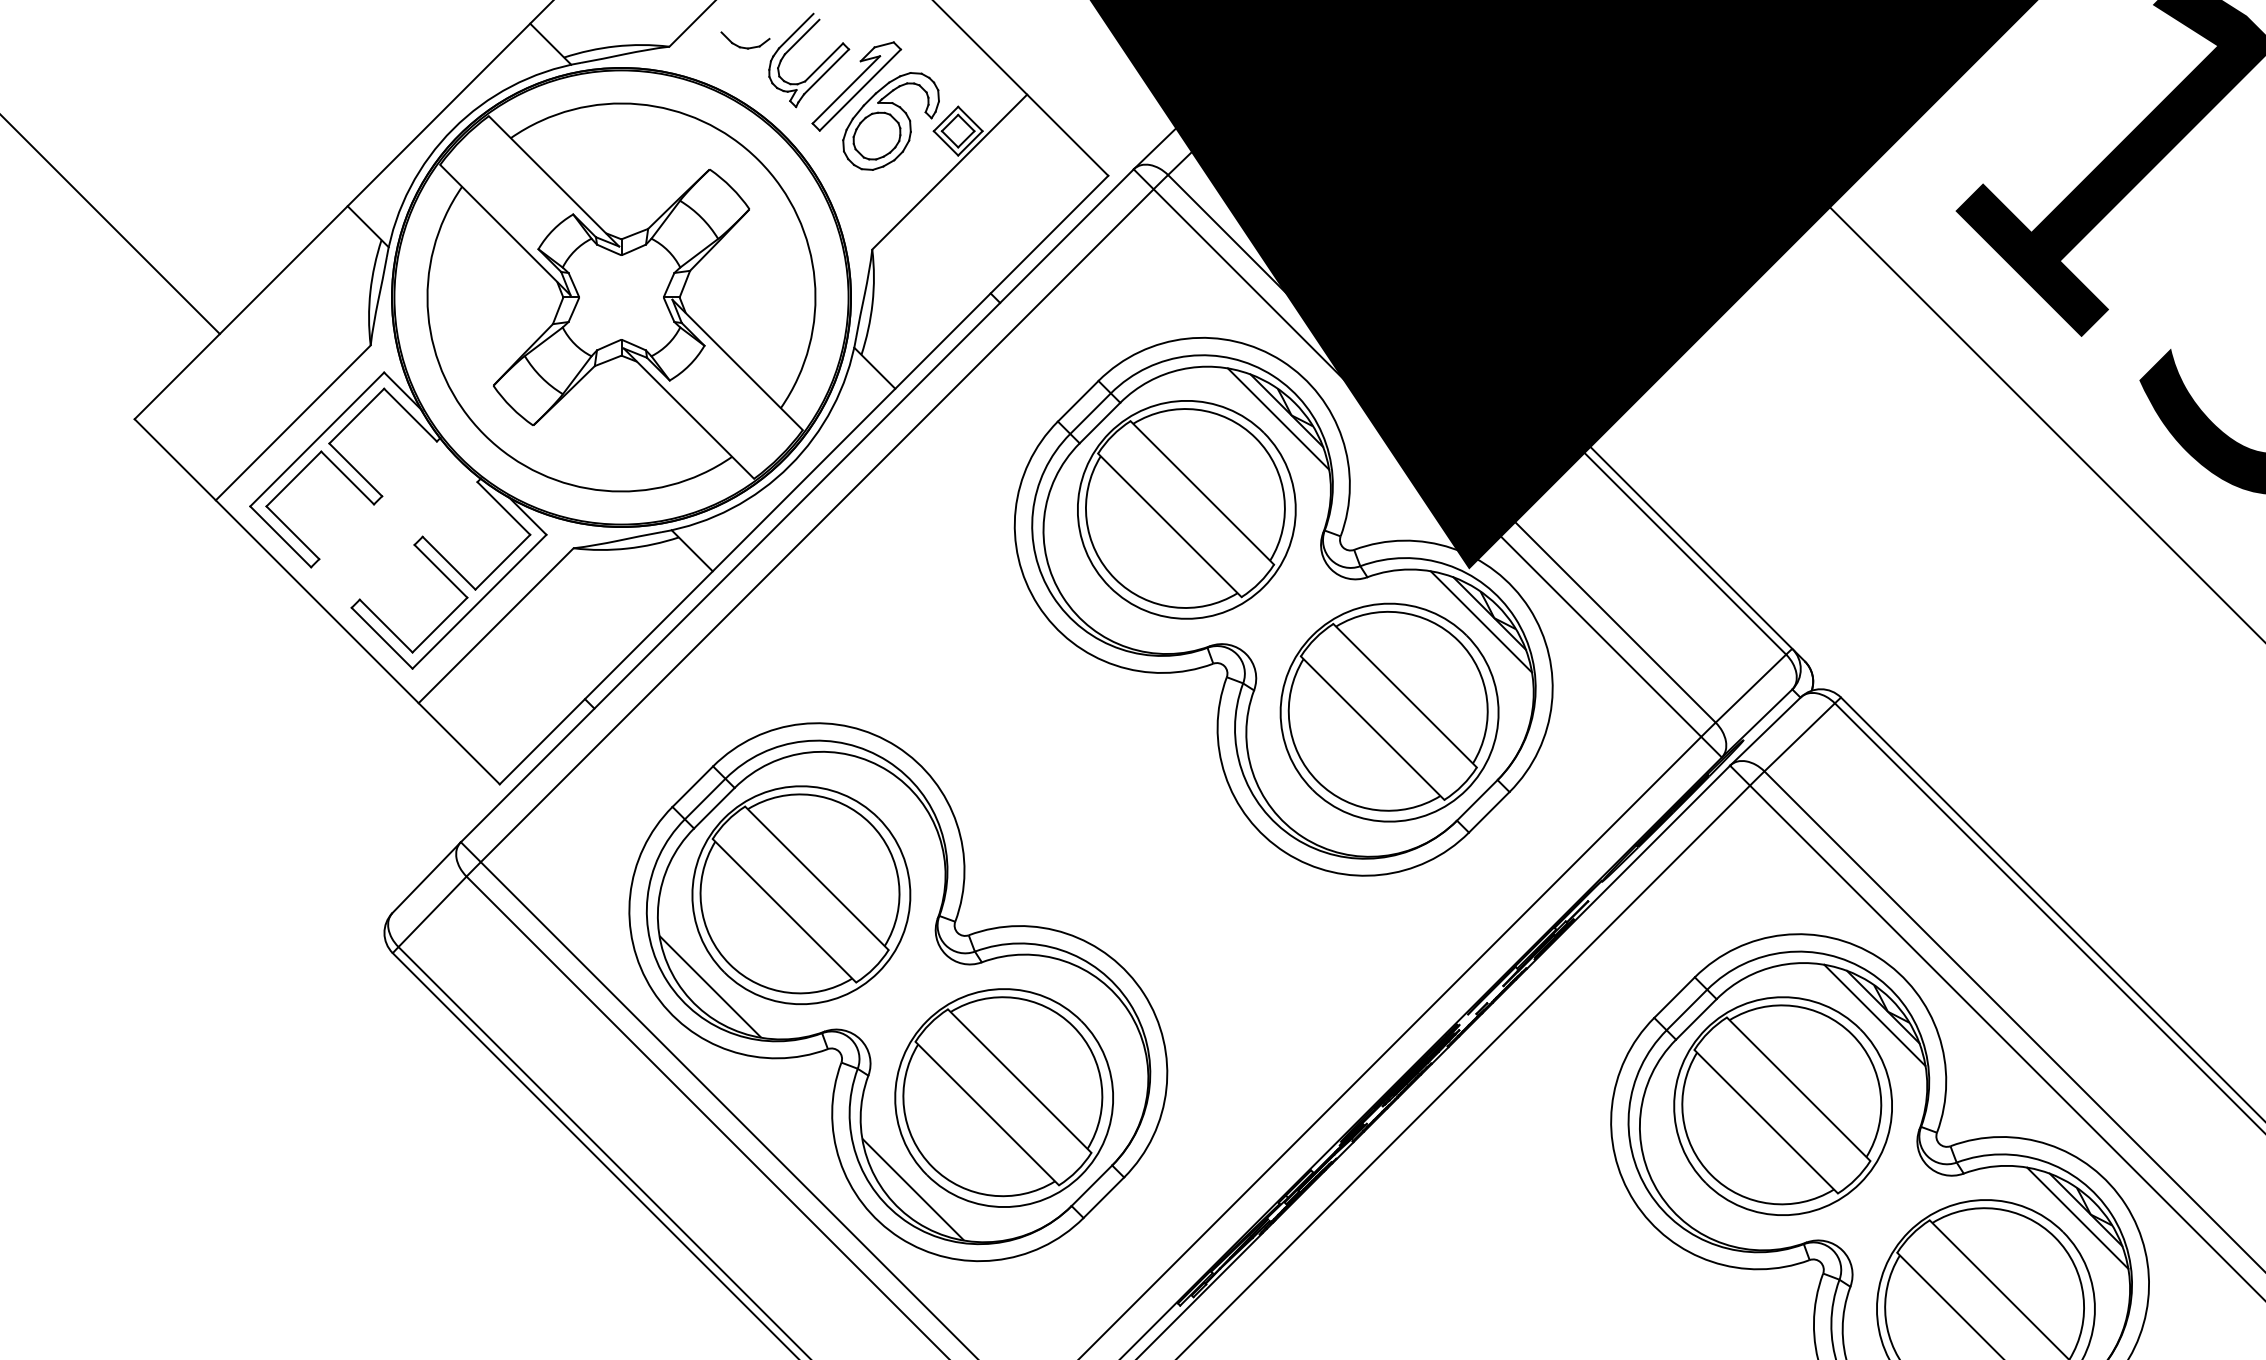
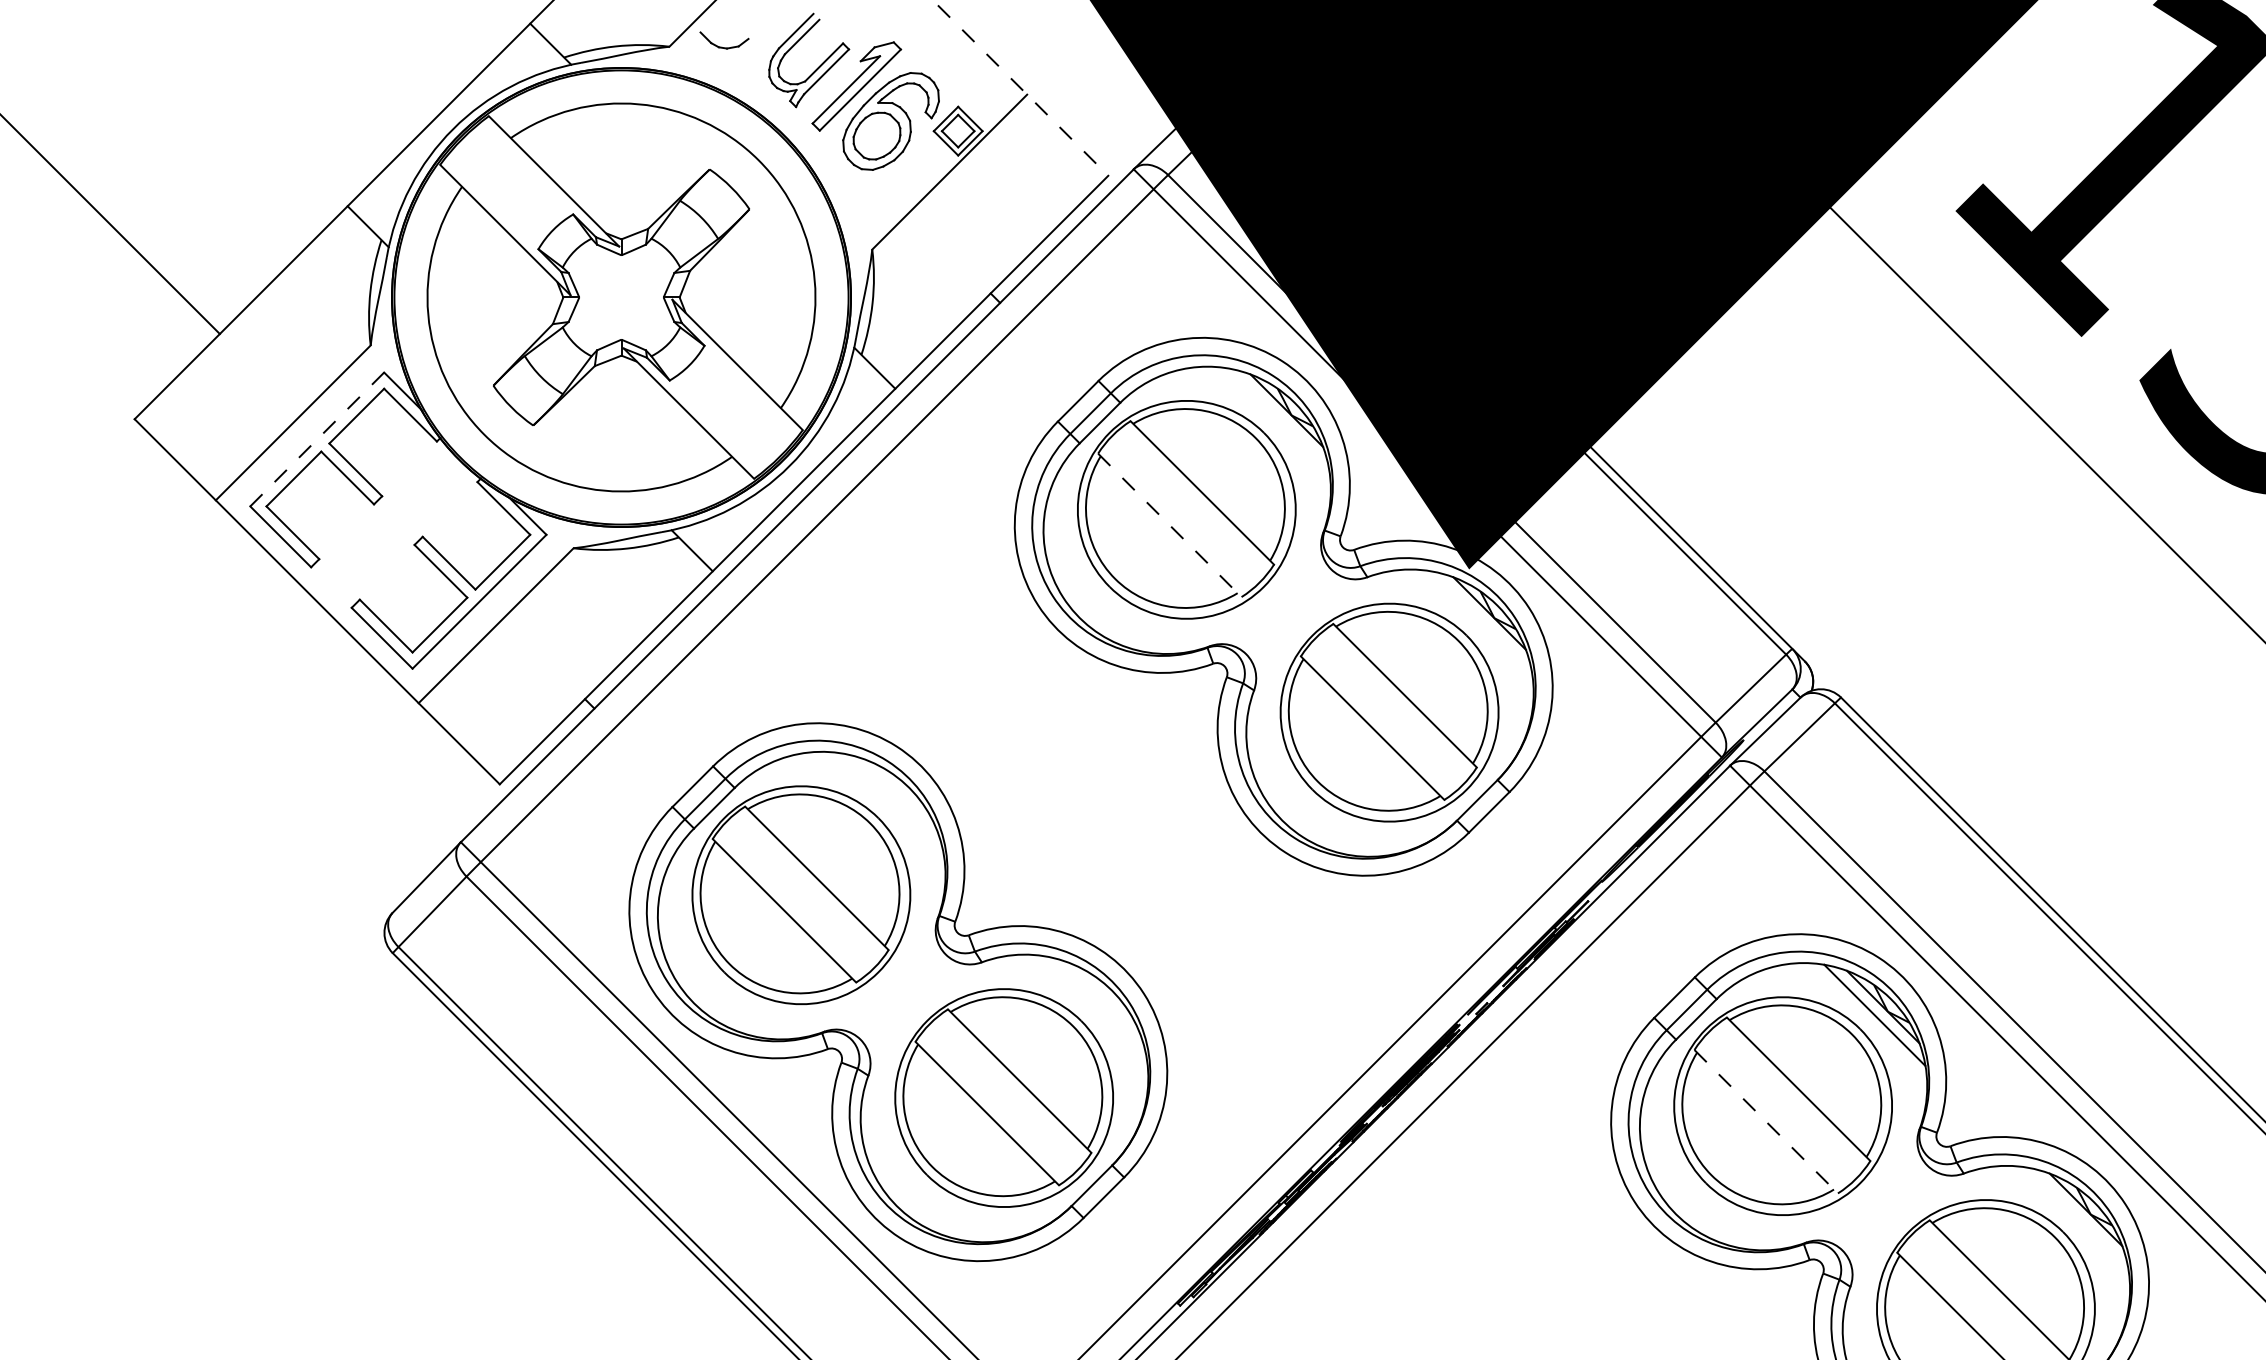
part at (742, 46) position: (742, 46) -> (721, 46)
line at (1020, 88): solid -> dashed
line at (1278, 418): present -> none
line at (317, 439): solid -> dashed
line at (1170, 525): solid -> dashed
line at (1481, 621): present -> none
line at (710, 986): present -> none
line at (1766, 1122): solid -> dashed
line at (913, 1189): present -> none
line at (2077, 1217): present -> none
